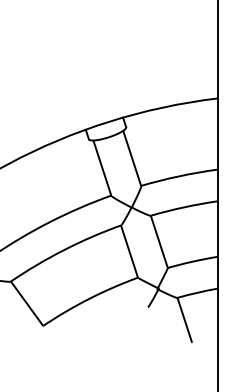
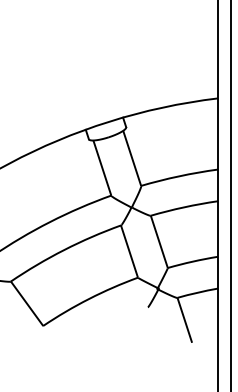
line at (230, 195): none -> present
